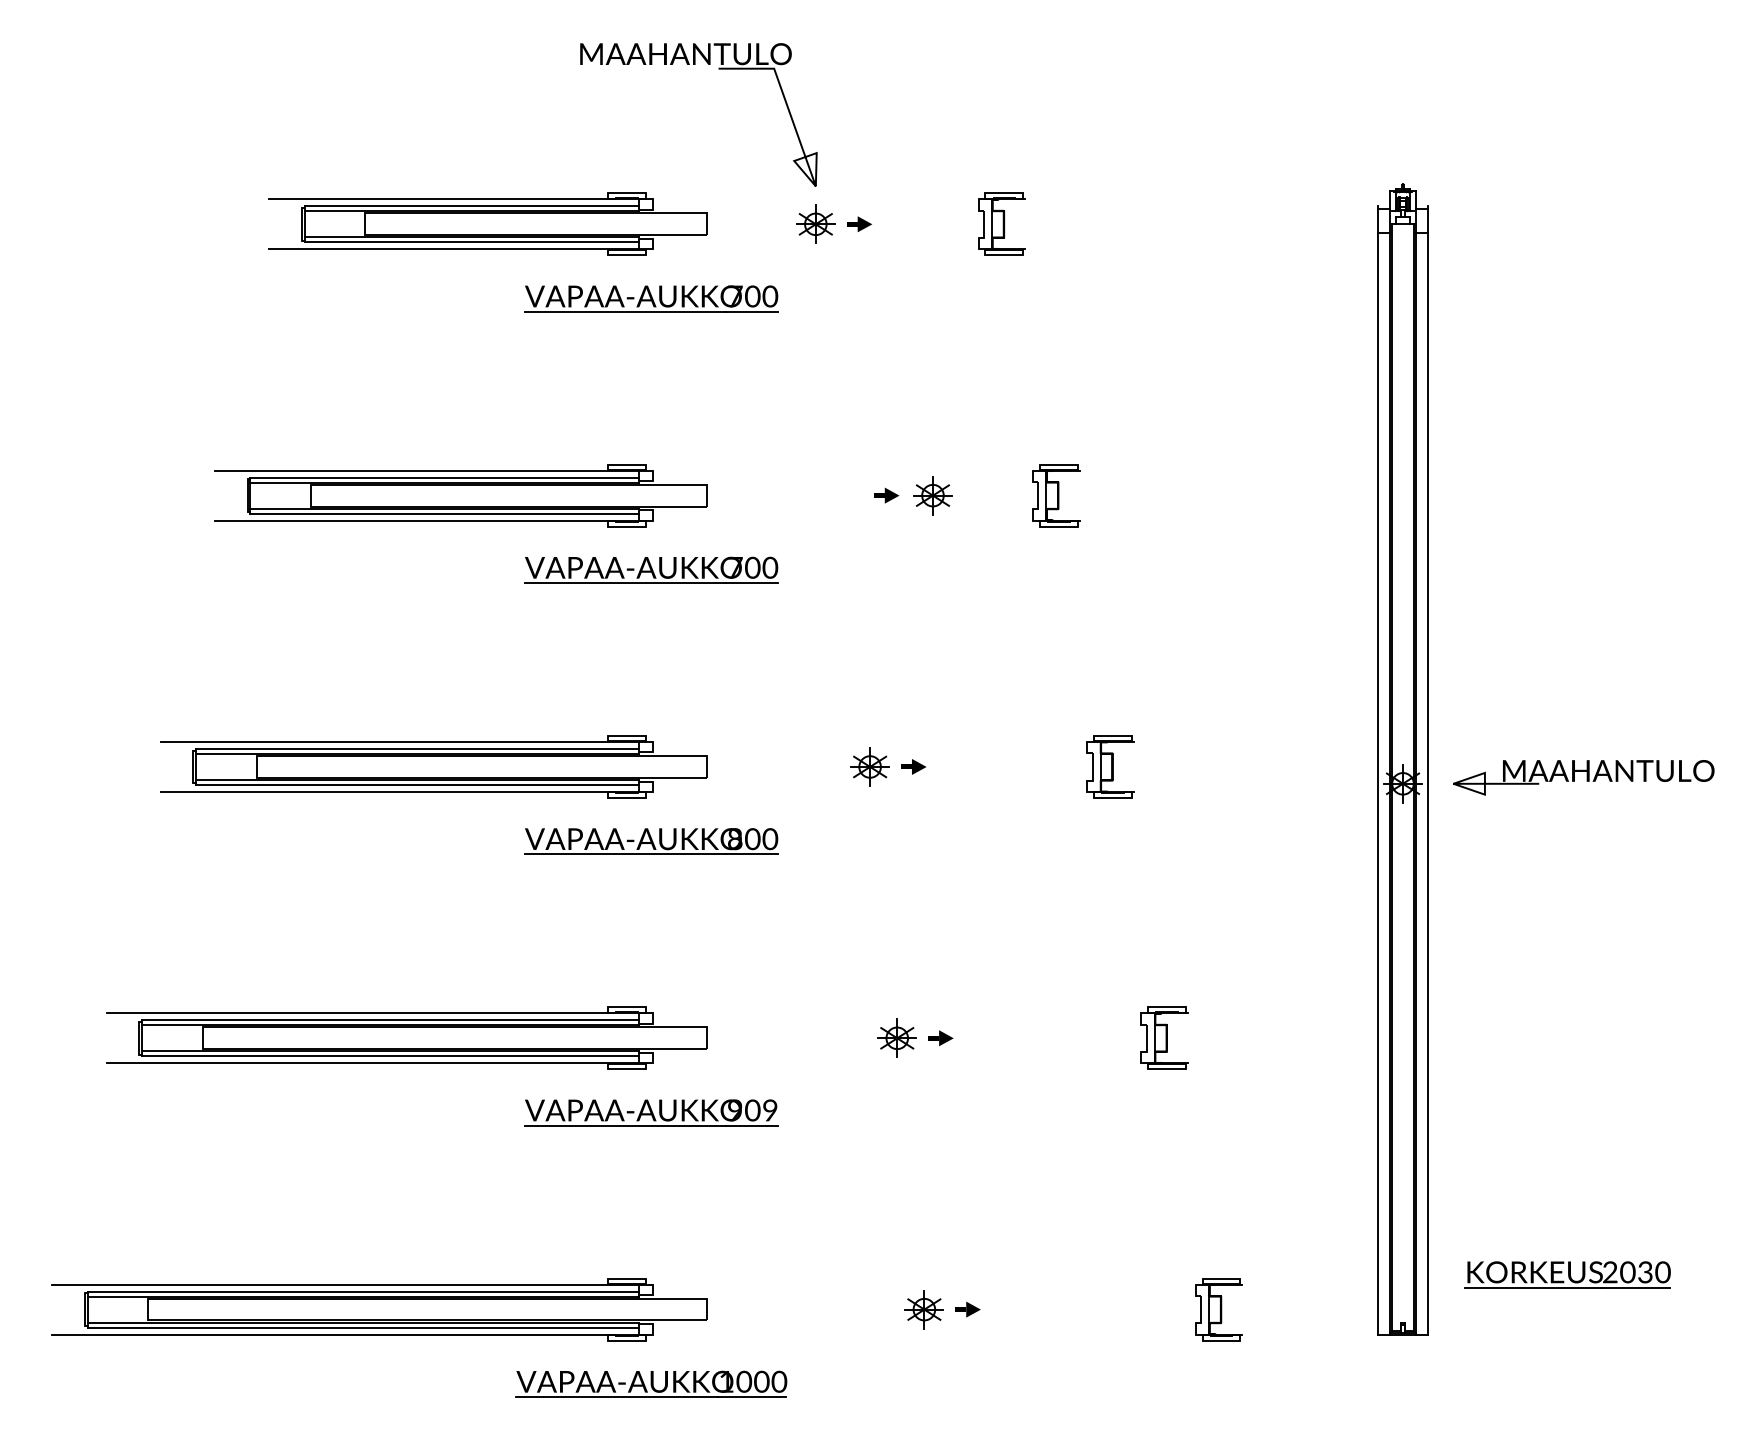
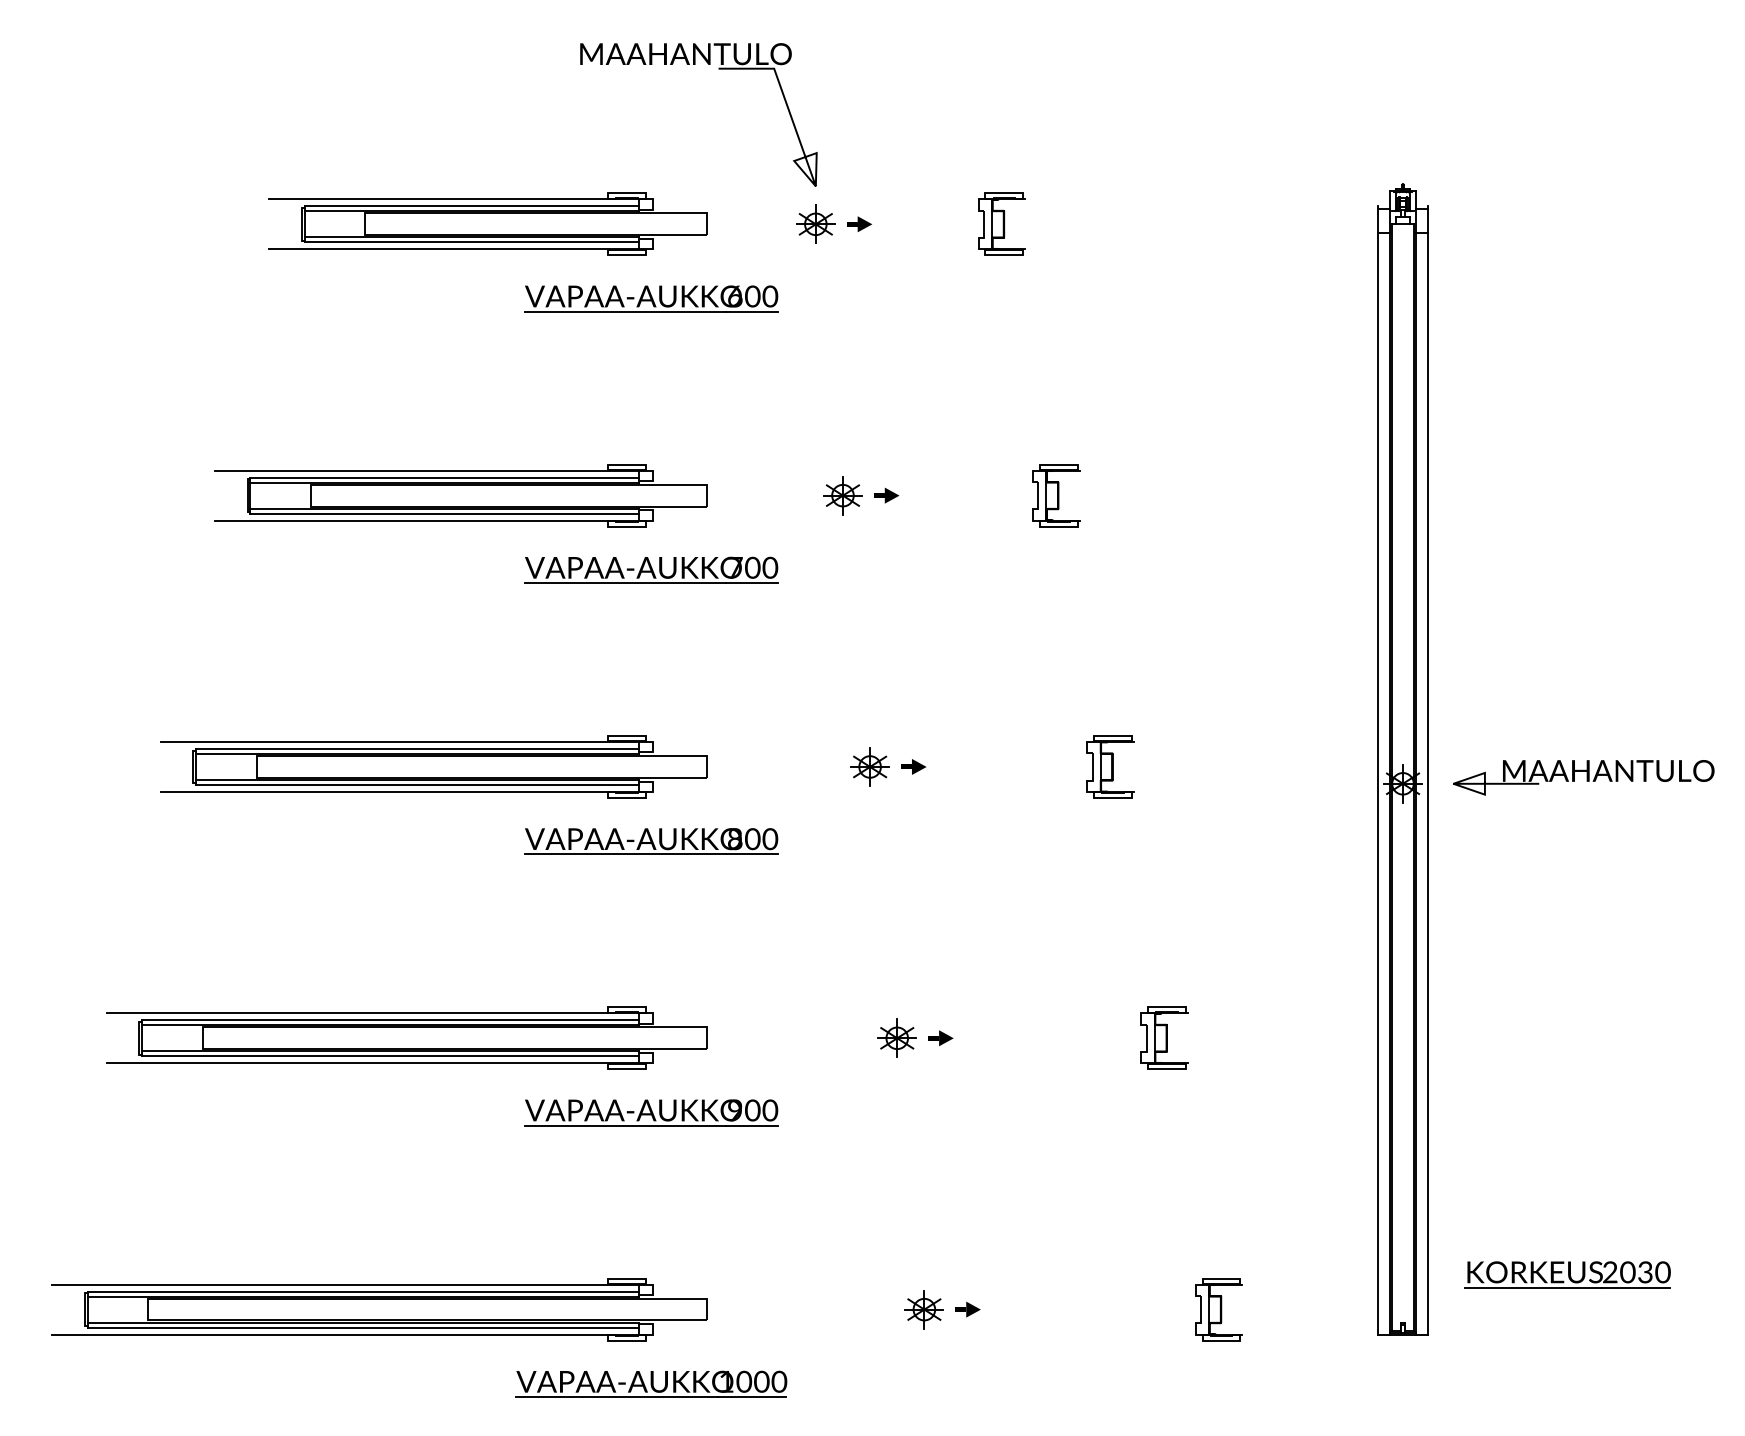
text at (735, 296): 700 -> 600
part at (932, 495) position: (932, 495) -> (842, 495)
text at (770, 1110): 909 -> 900
